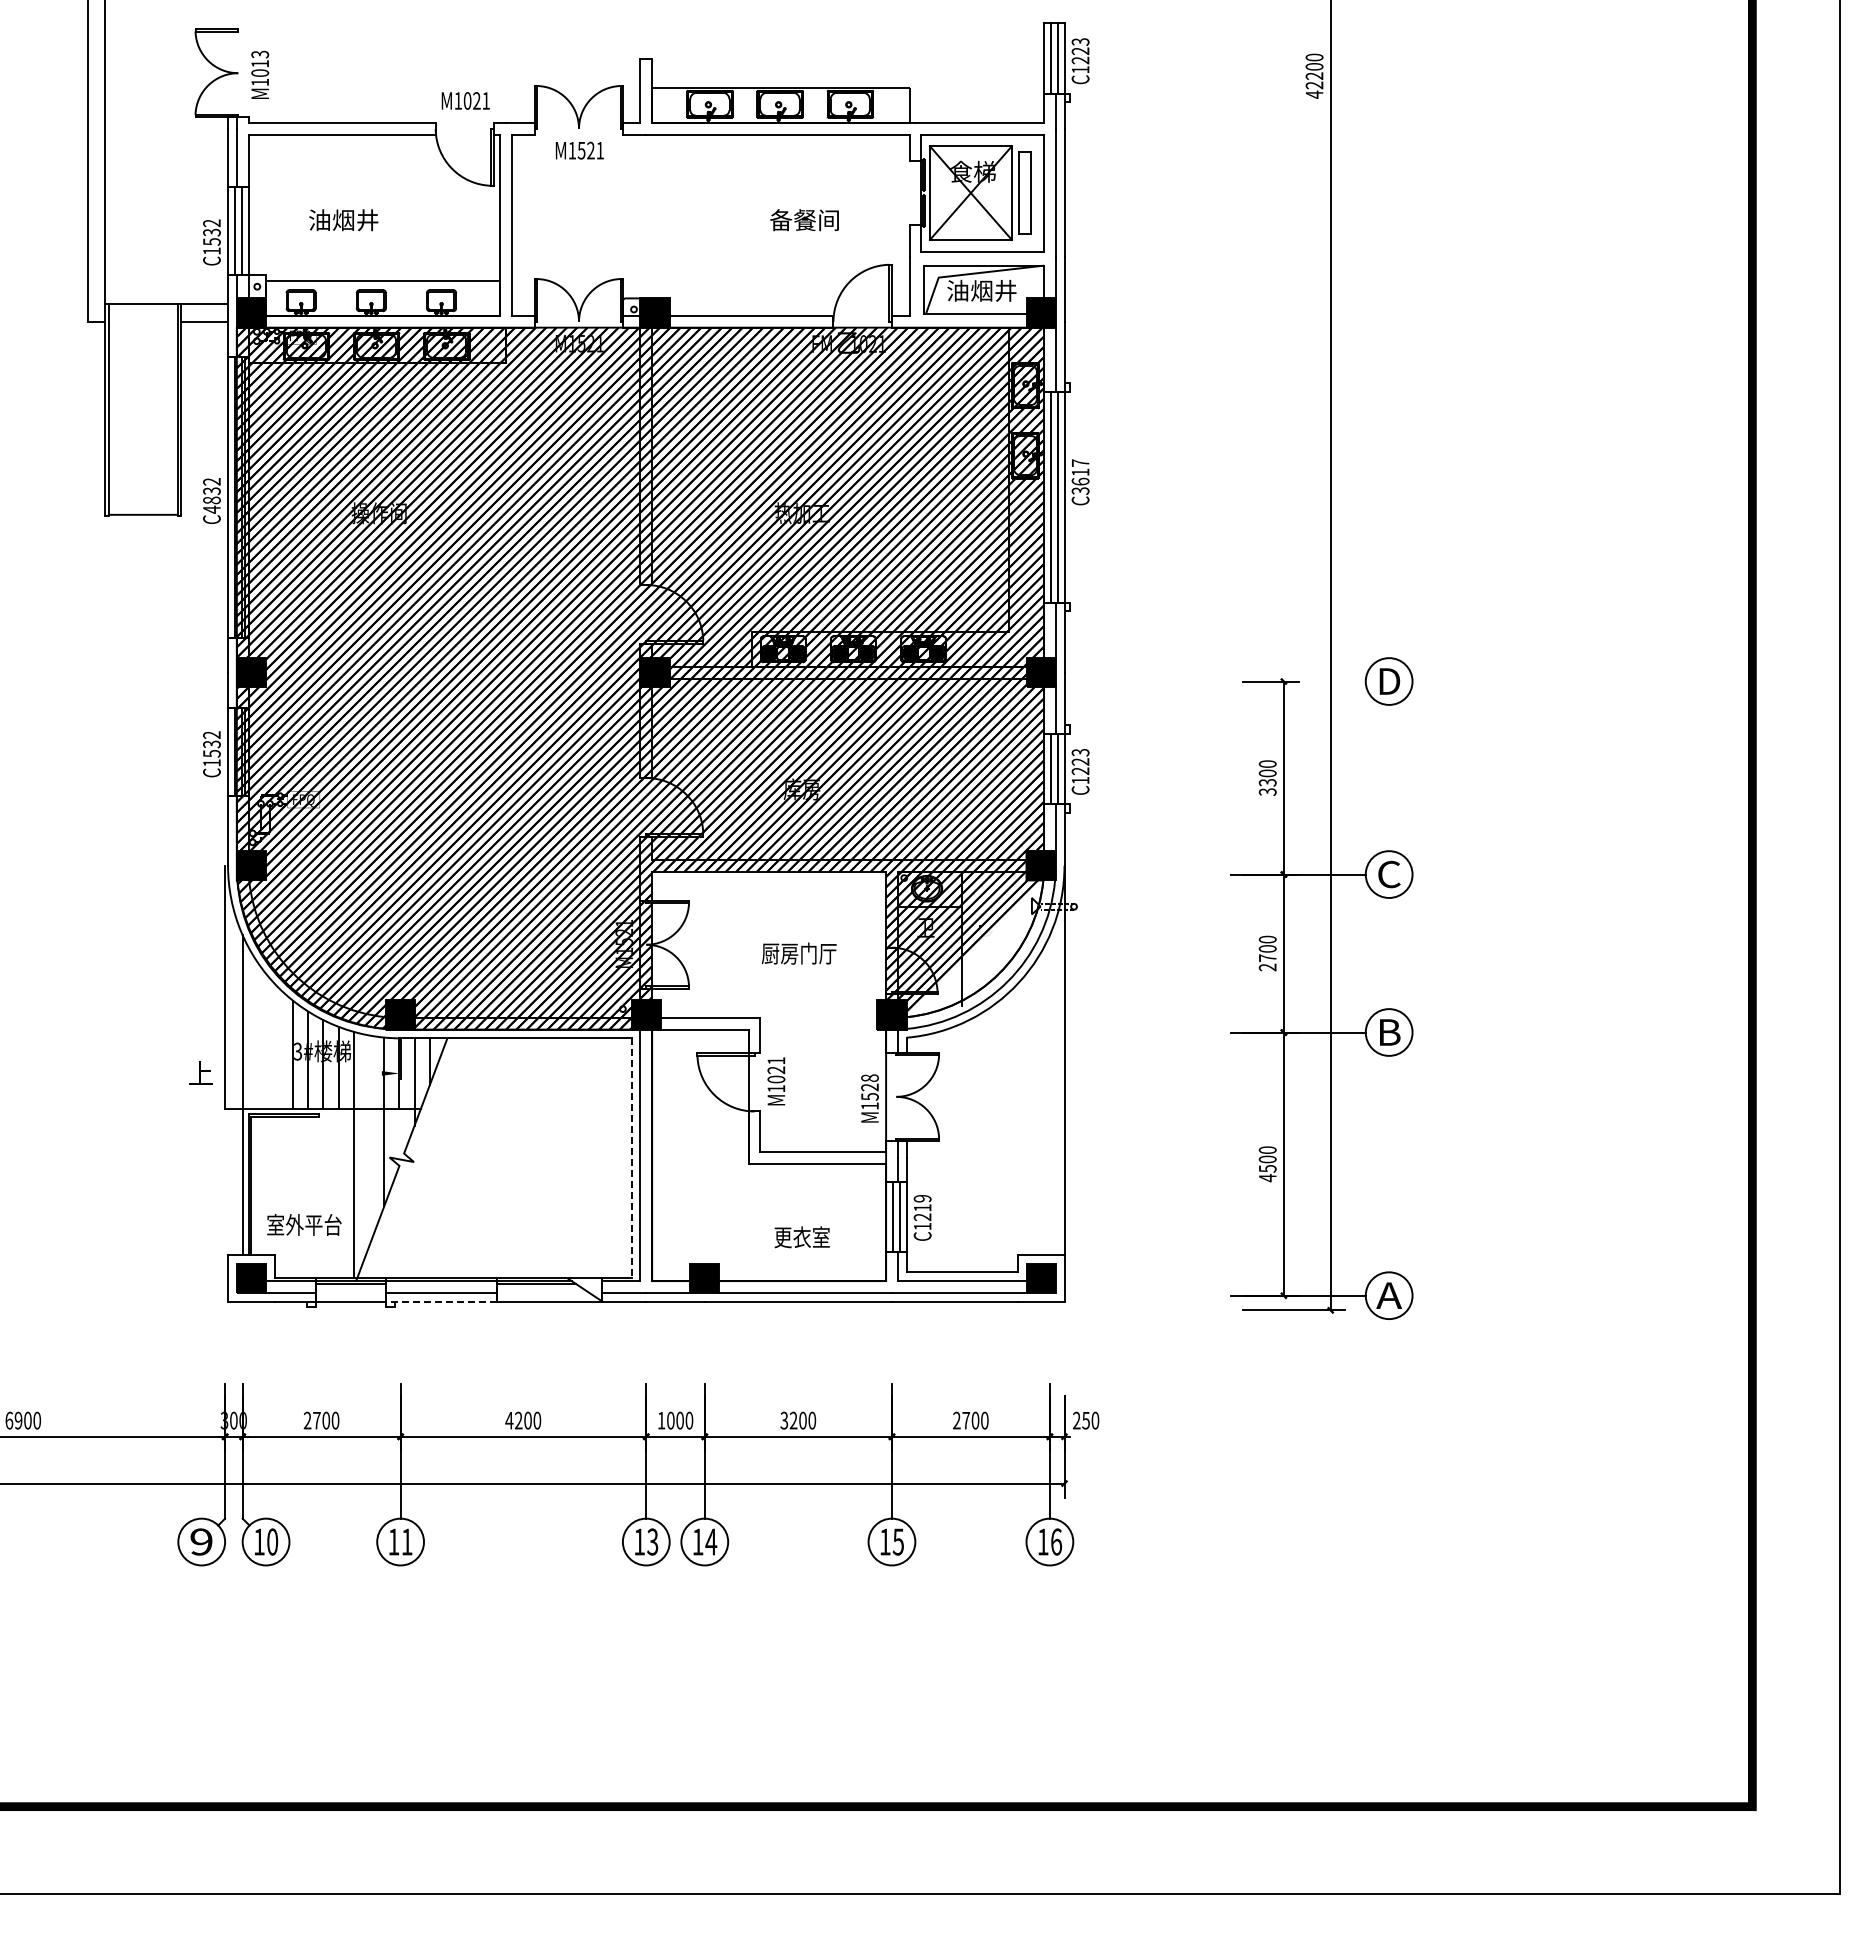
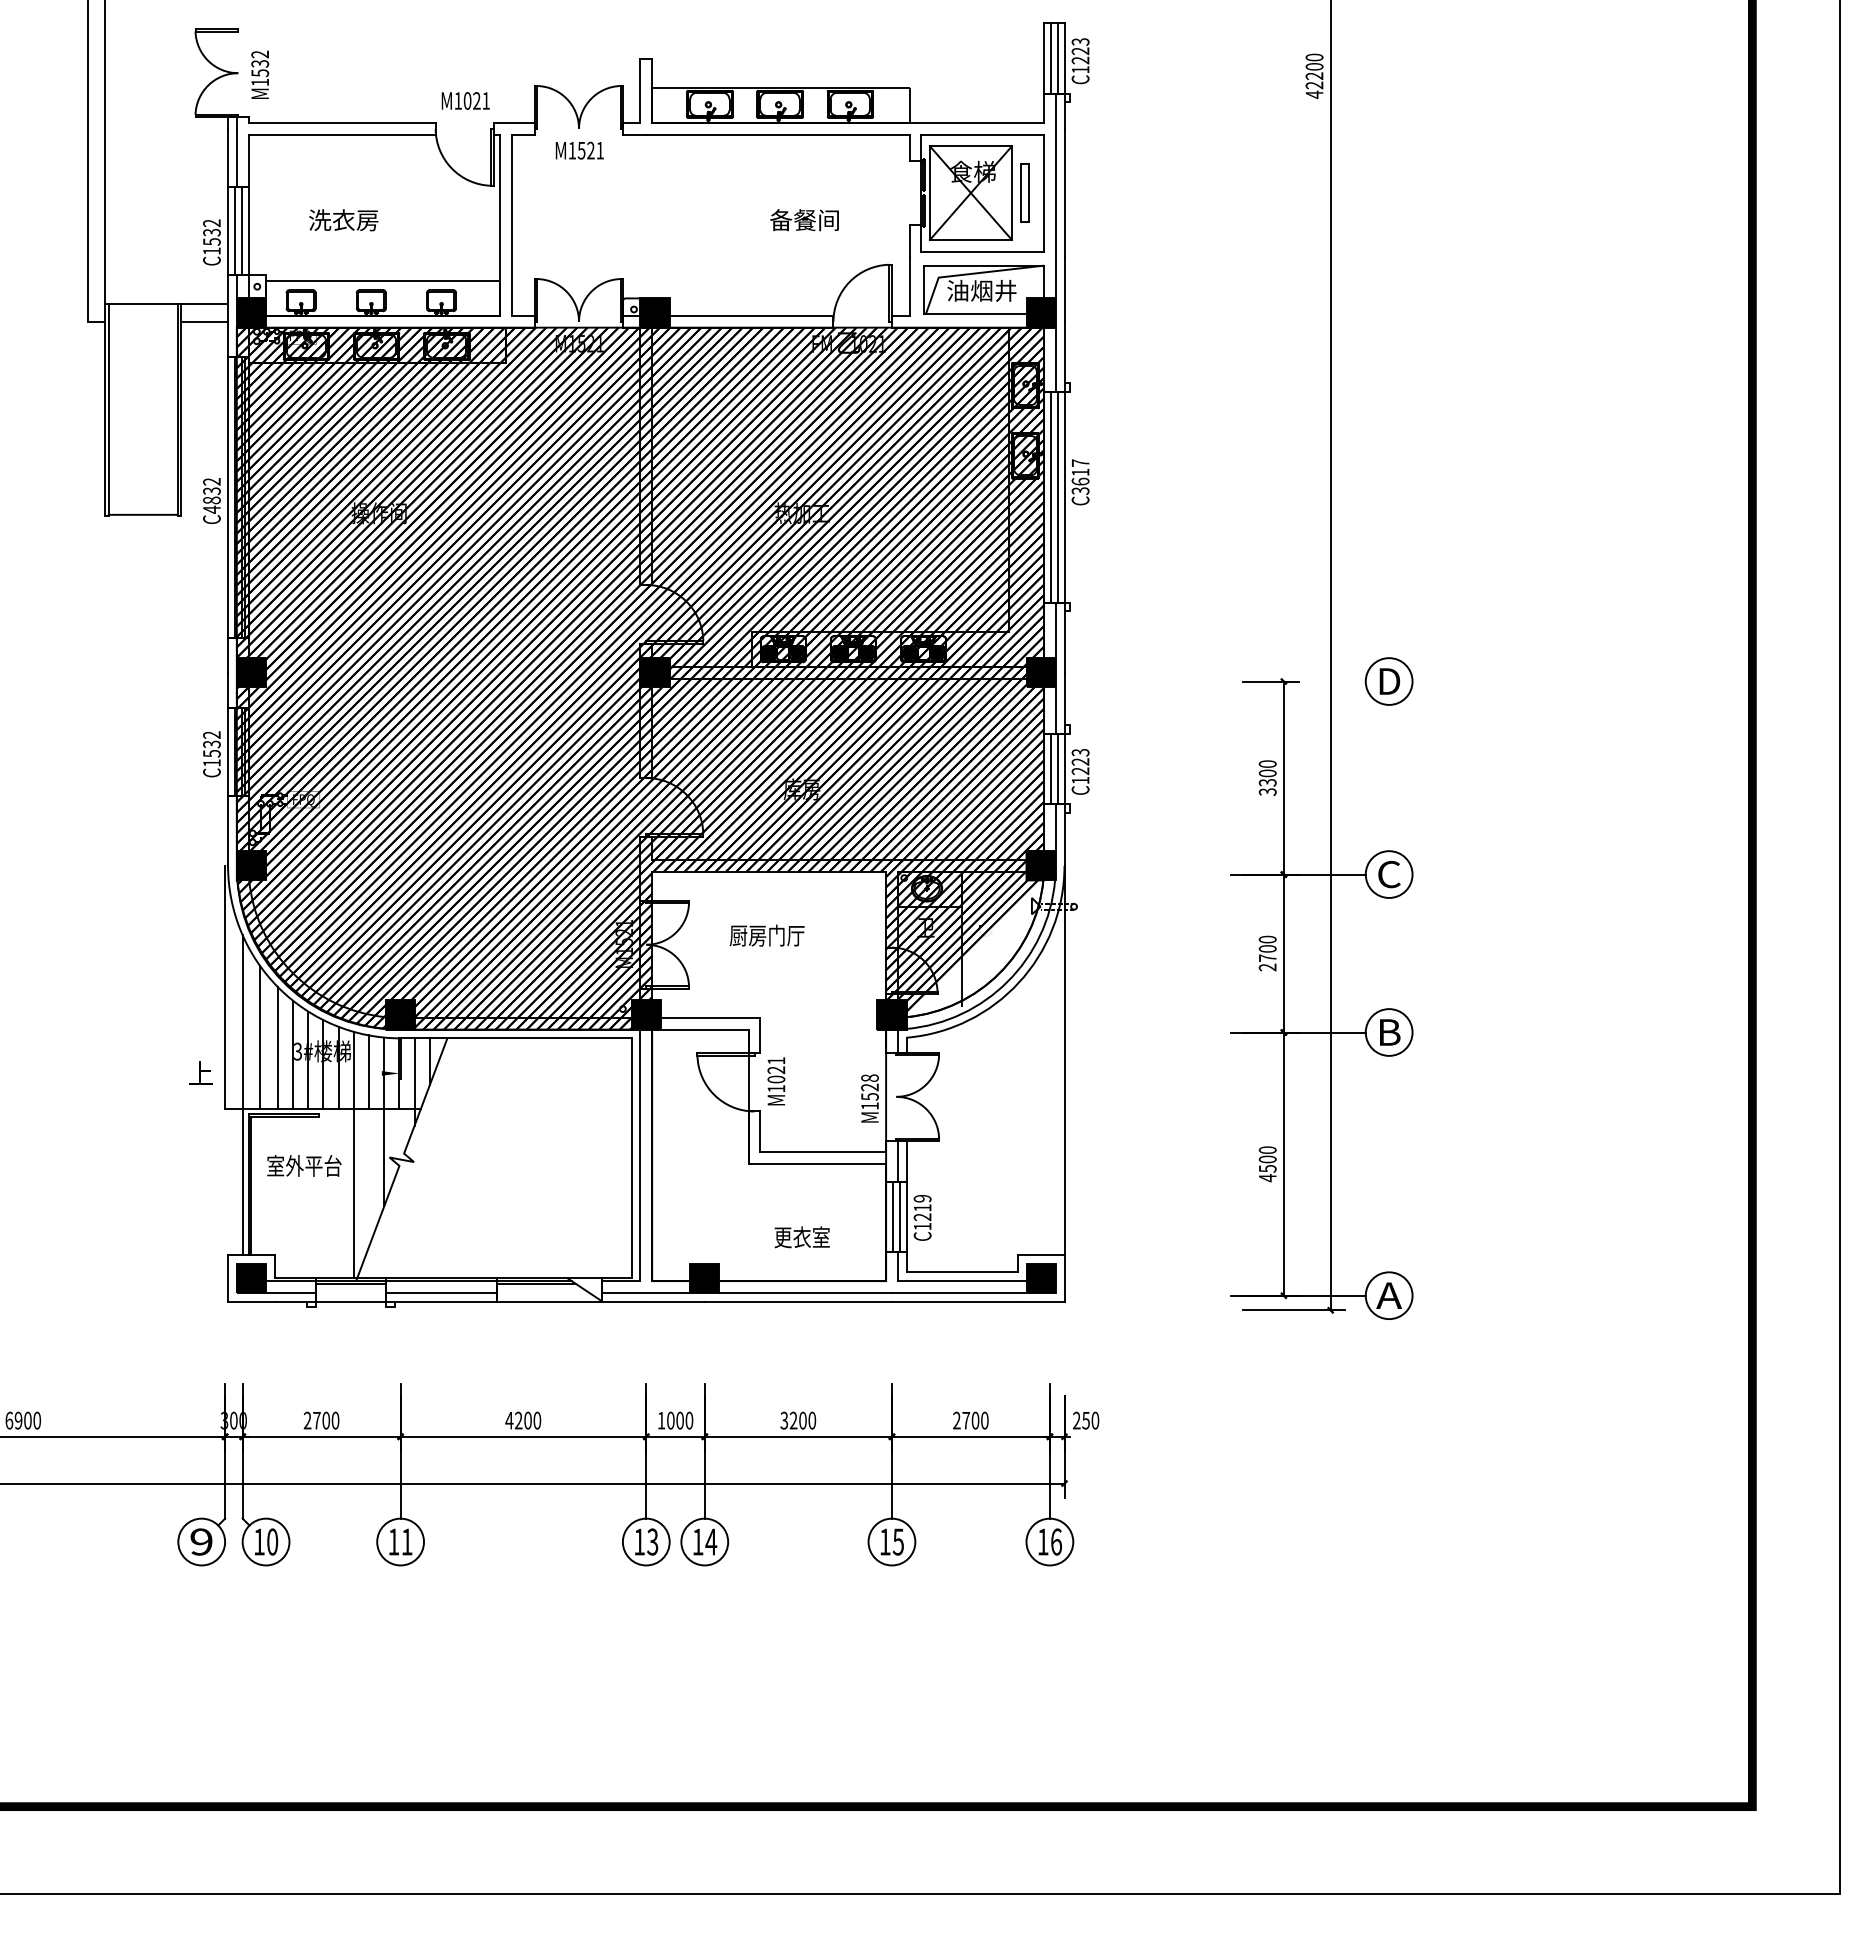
text at (260, 63): M1013 -> M1532
part at (1024, 192) size: 14x84 px -> 10x60 px
text at (343, 220): 油烟井 -> 洗衣房
text at (798, 953) position: (798, 953) -> (766, 935)
line at (260, 1037): none -> present
line at (277, 1047): none -> present
line at (369, 1071): none -> present
line at (631, 1158): dashed -> solid
text at (304, 1224) position: (304, 1224) -> (304, 1165)
line at (441, 1301): dashed -> solid
